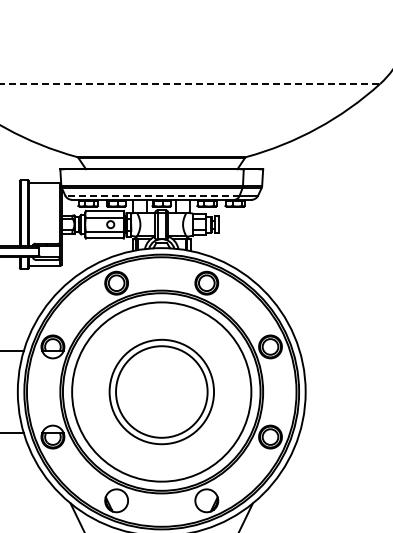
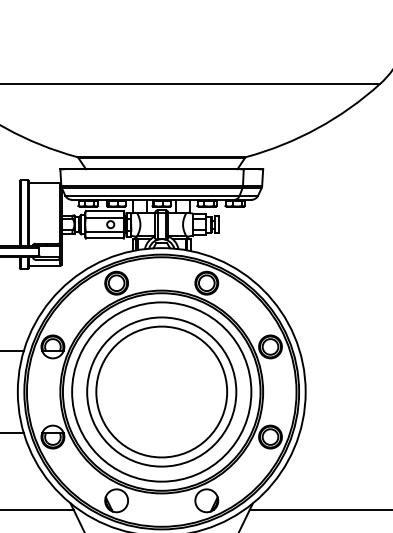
line at (190, 83): dashed -> solid
line at (152, 195): dashed -> solid
part at (161, 391) size: 107x108 px -> 152x152 px
line at (37, 509): none -> present
line at (319, 509): none -> present
